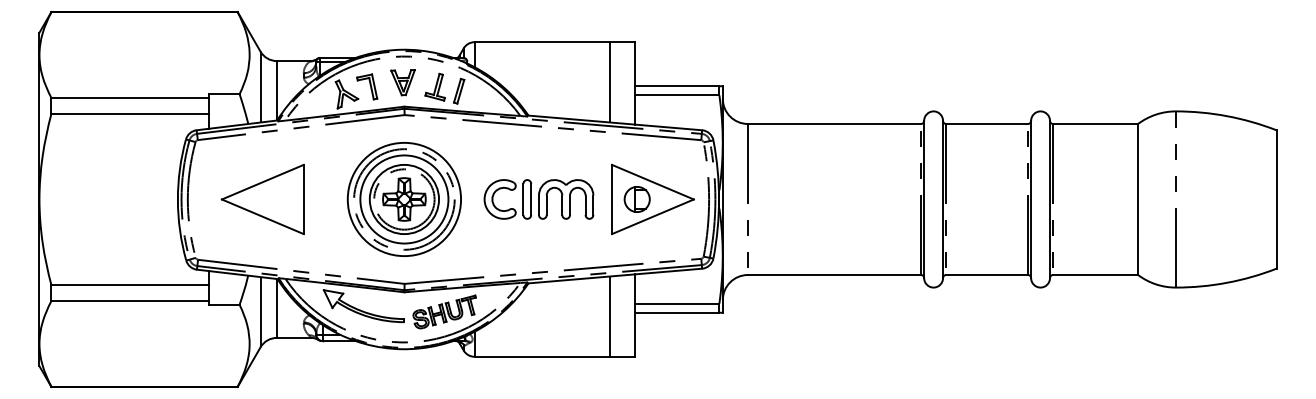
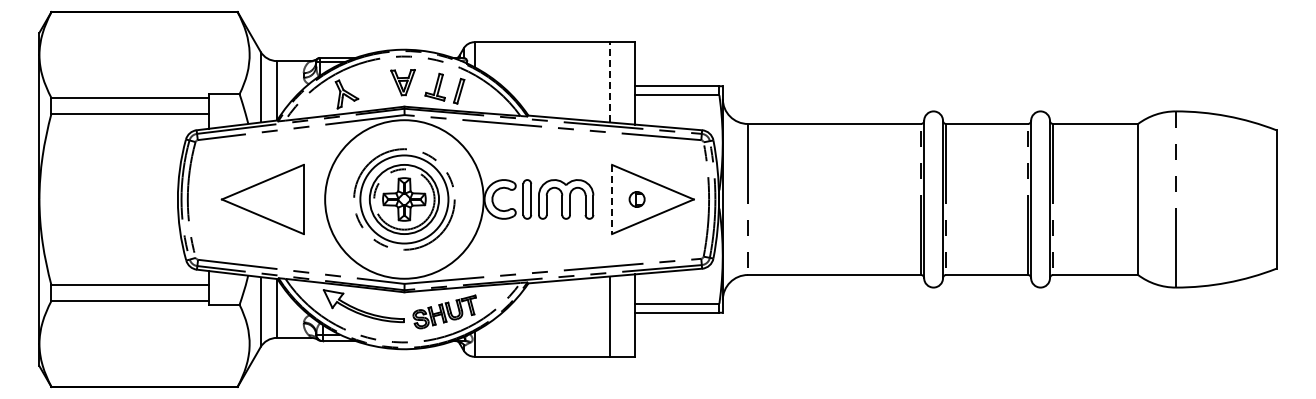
line at (609, 81): solid -> dashed
part at (367, 86): present -> none
circle at (404, 199) diameter: 113 px -> 159 px
line at (612, 199): solid -> dashed
part at (636, 199) size: 28x27 px -> 18x17 px
